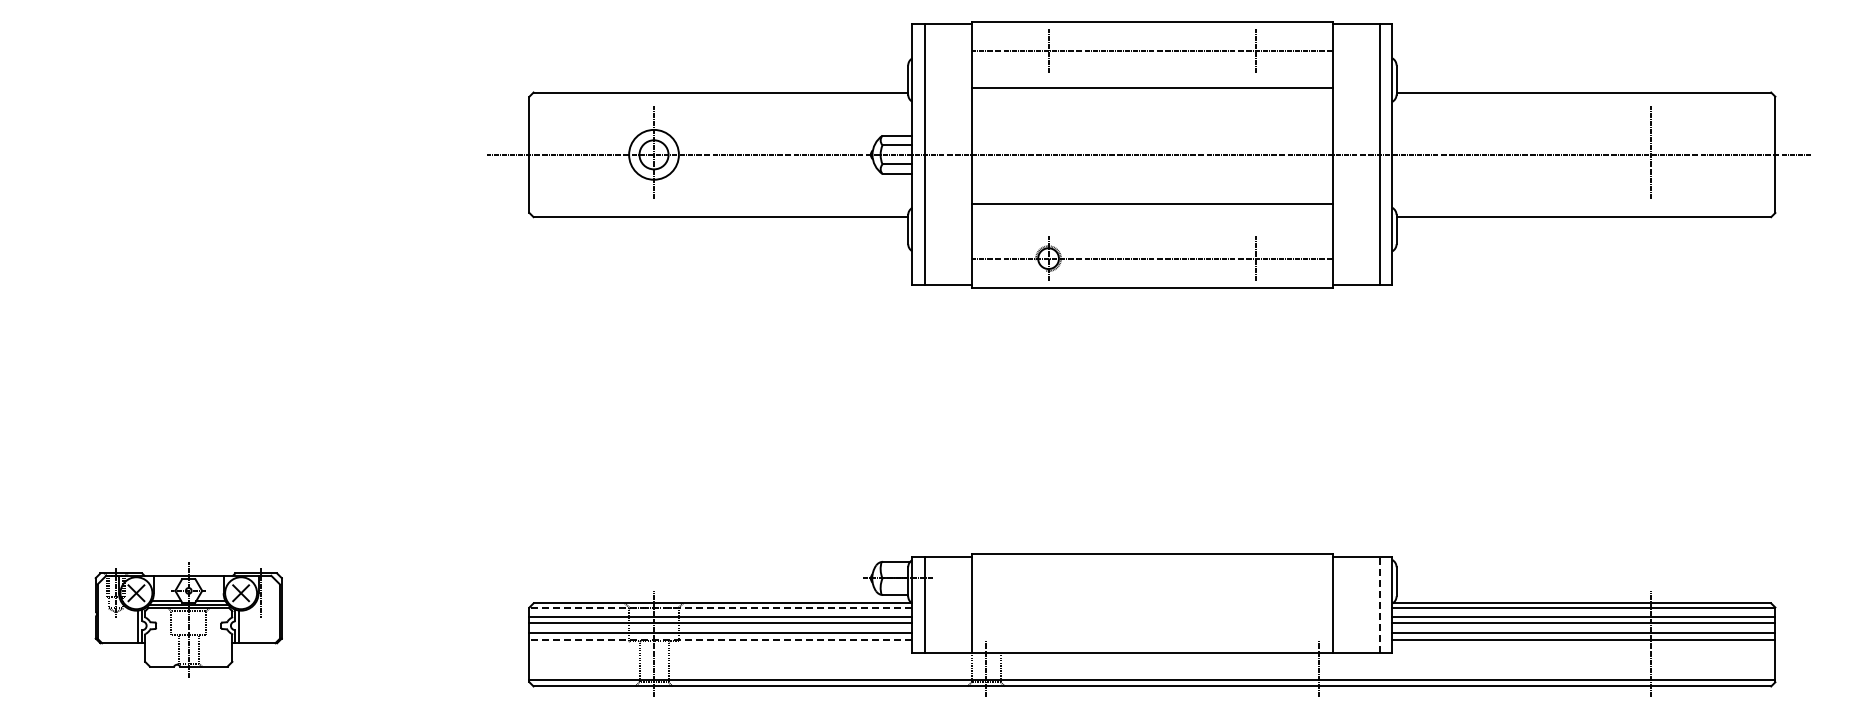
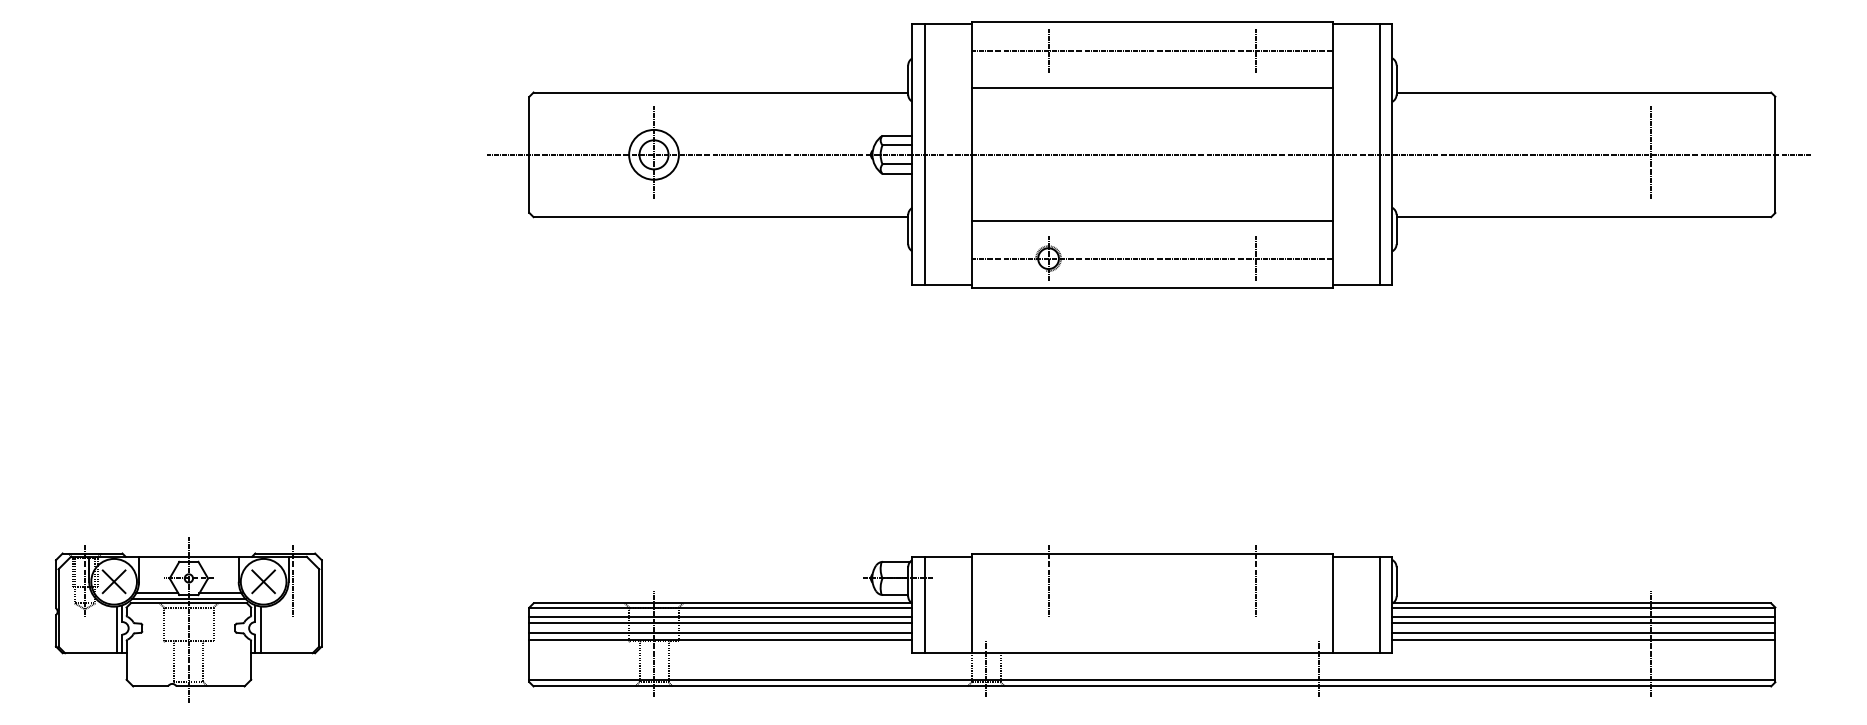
line at (1152, 204) position: (1152, 204) -> (1152, 221)
line at (1048, 581): none -> present
line at (1256, 581): none -> present
line at (1379, 604): dashed -> solid
line at (720, 607): dashed -> solid
part at (188, 619) size: 189x116 px -> 269x166 px
line at (720, 640): dashed -> solid
